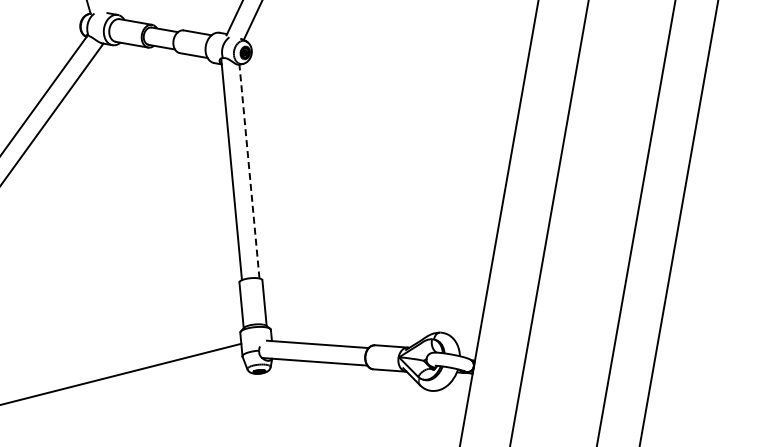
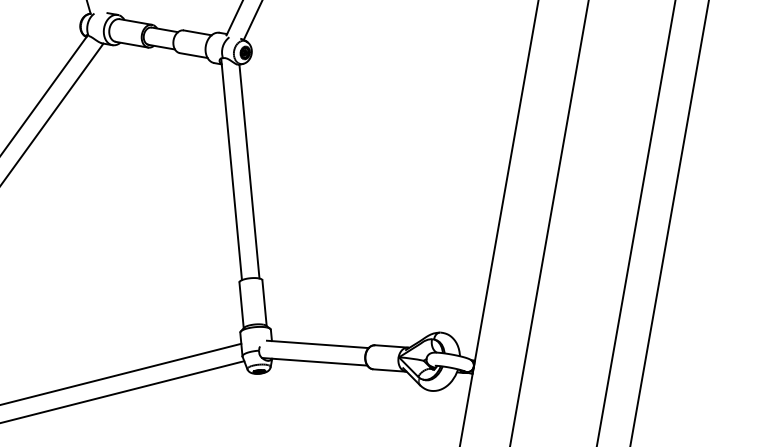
line at (249, 171): dashed -> solid
line at (678, 222) position: (678, 222) -> (669, 222)
line at (123, 391): none -> present
